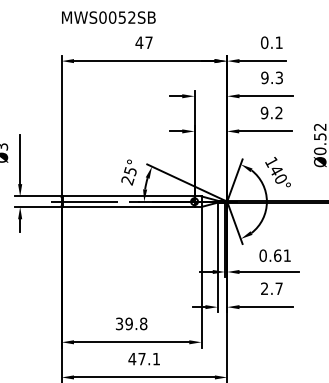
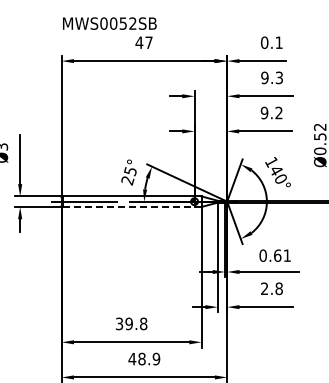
text at (108, 17) position: (108, 17) -> (109, 23)
line at (128, 206): solid -> dashed
text at (278, 288): 2.7 -> 2.8
text at (149, 358): 47.1 -> 48.9
